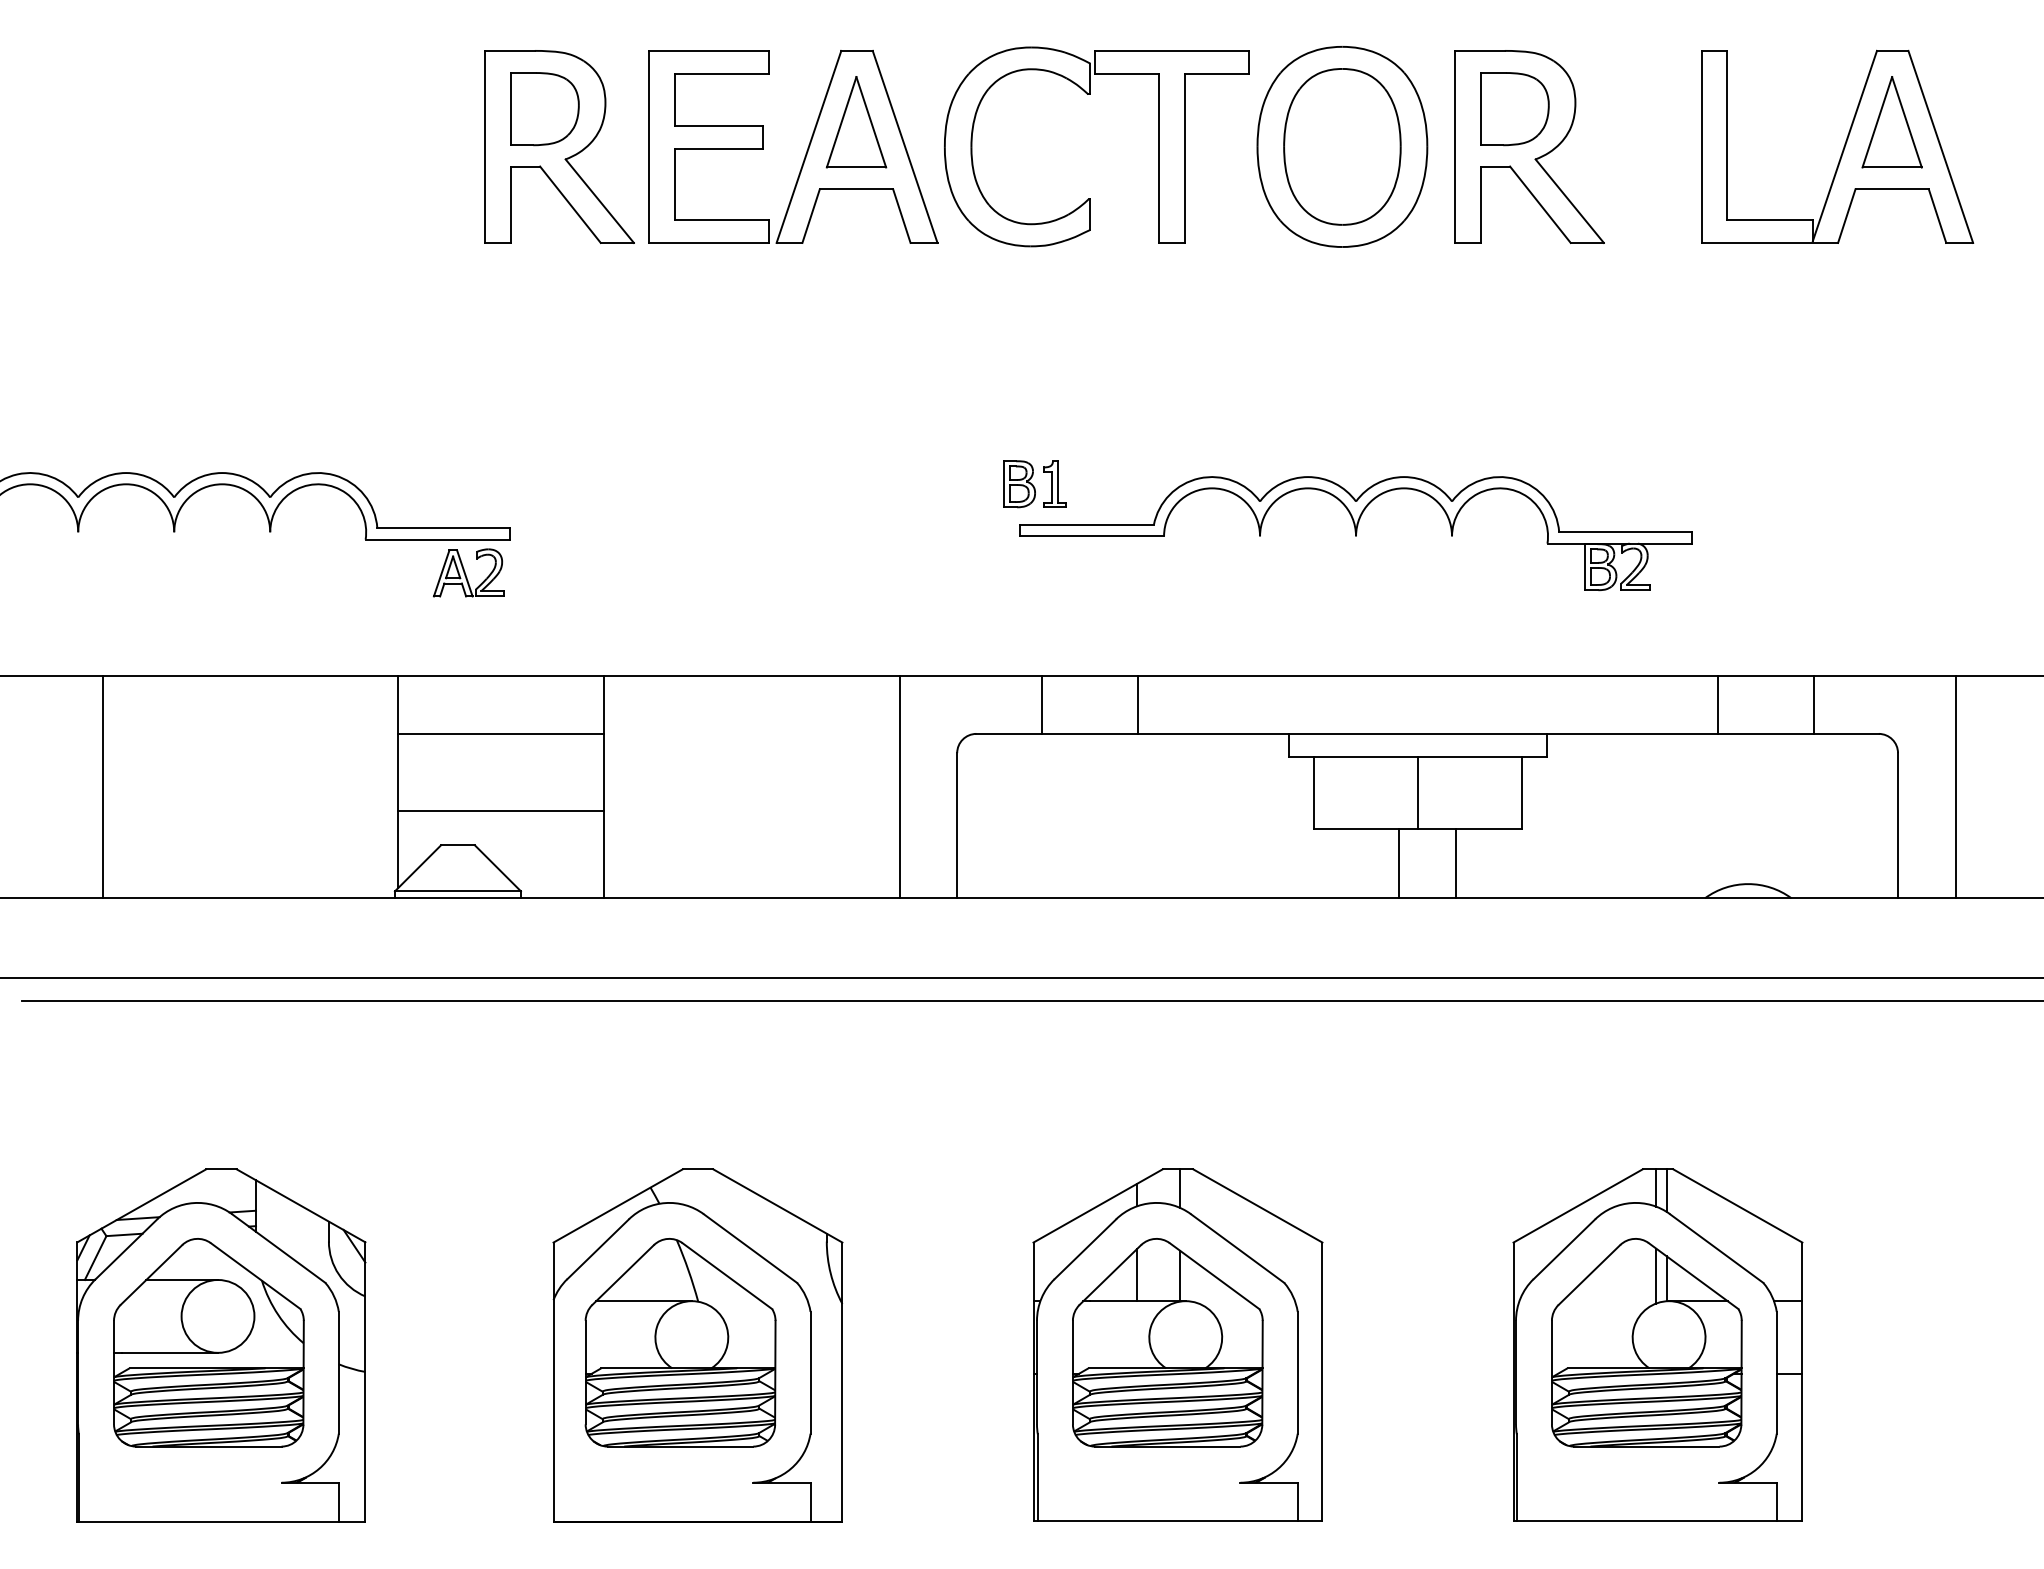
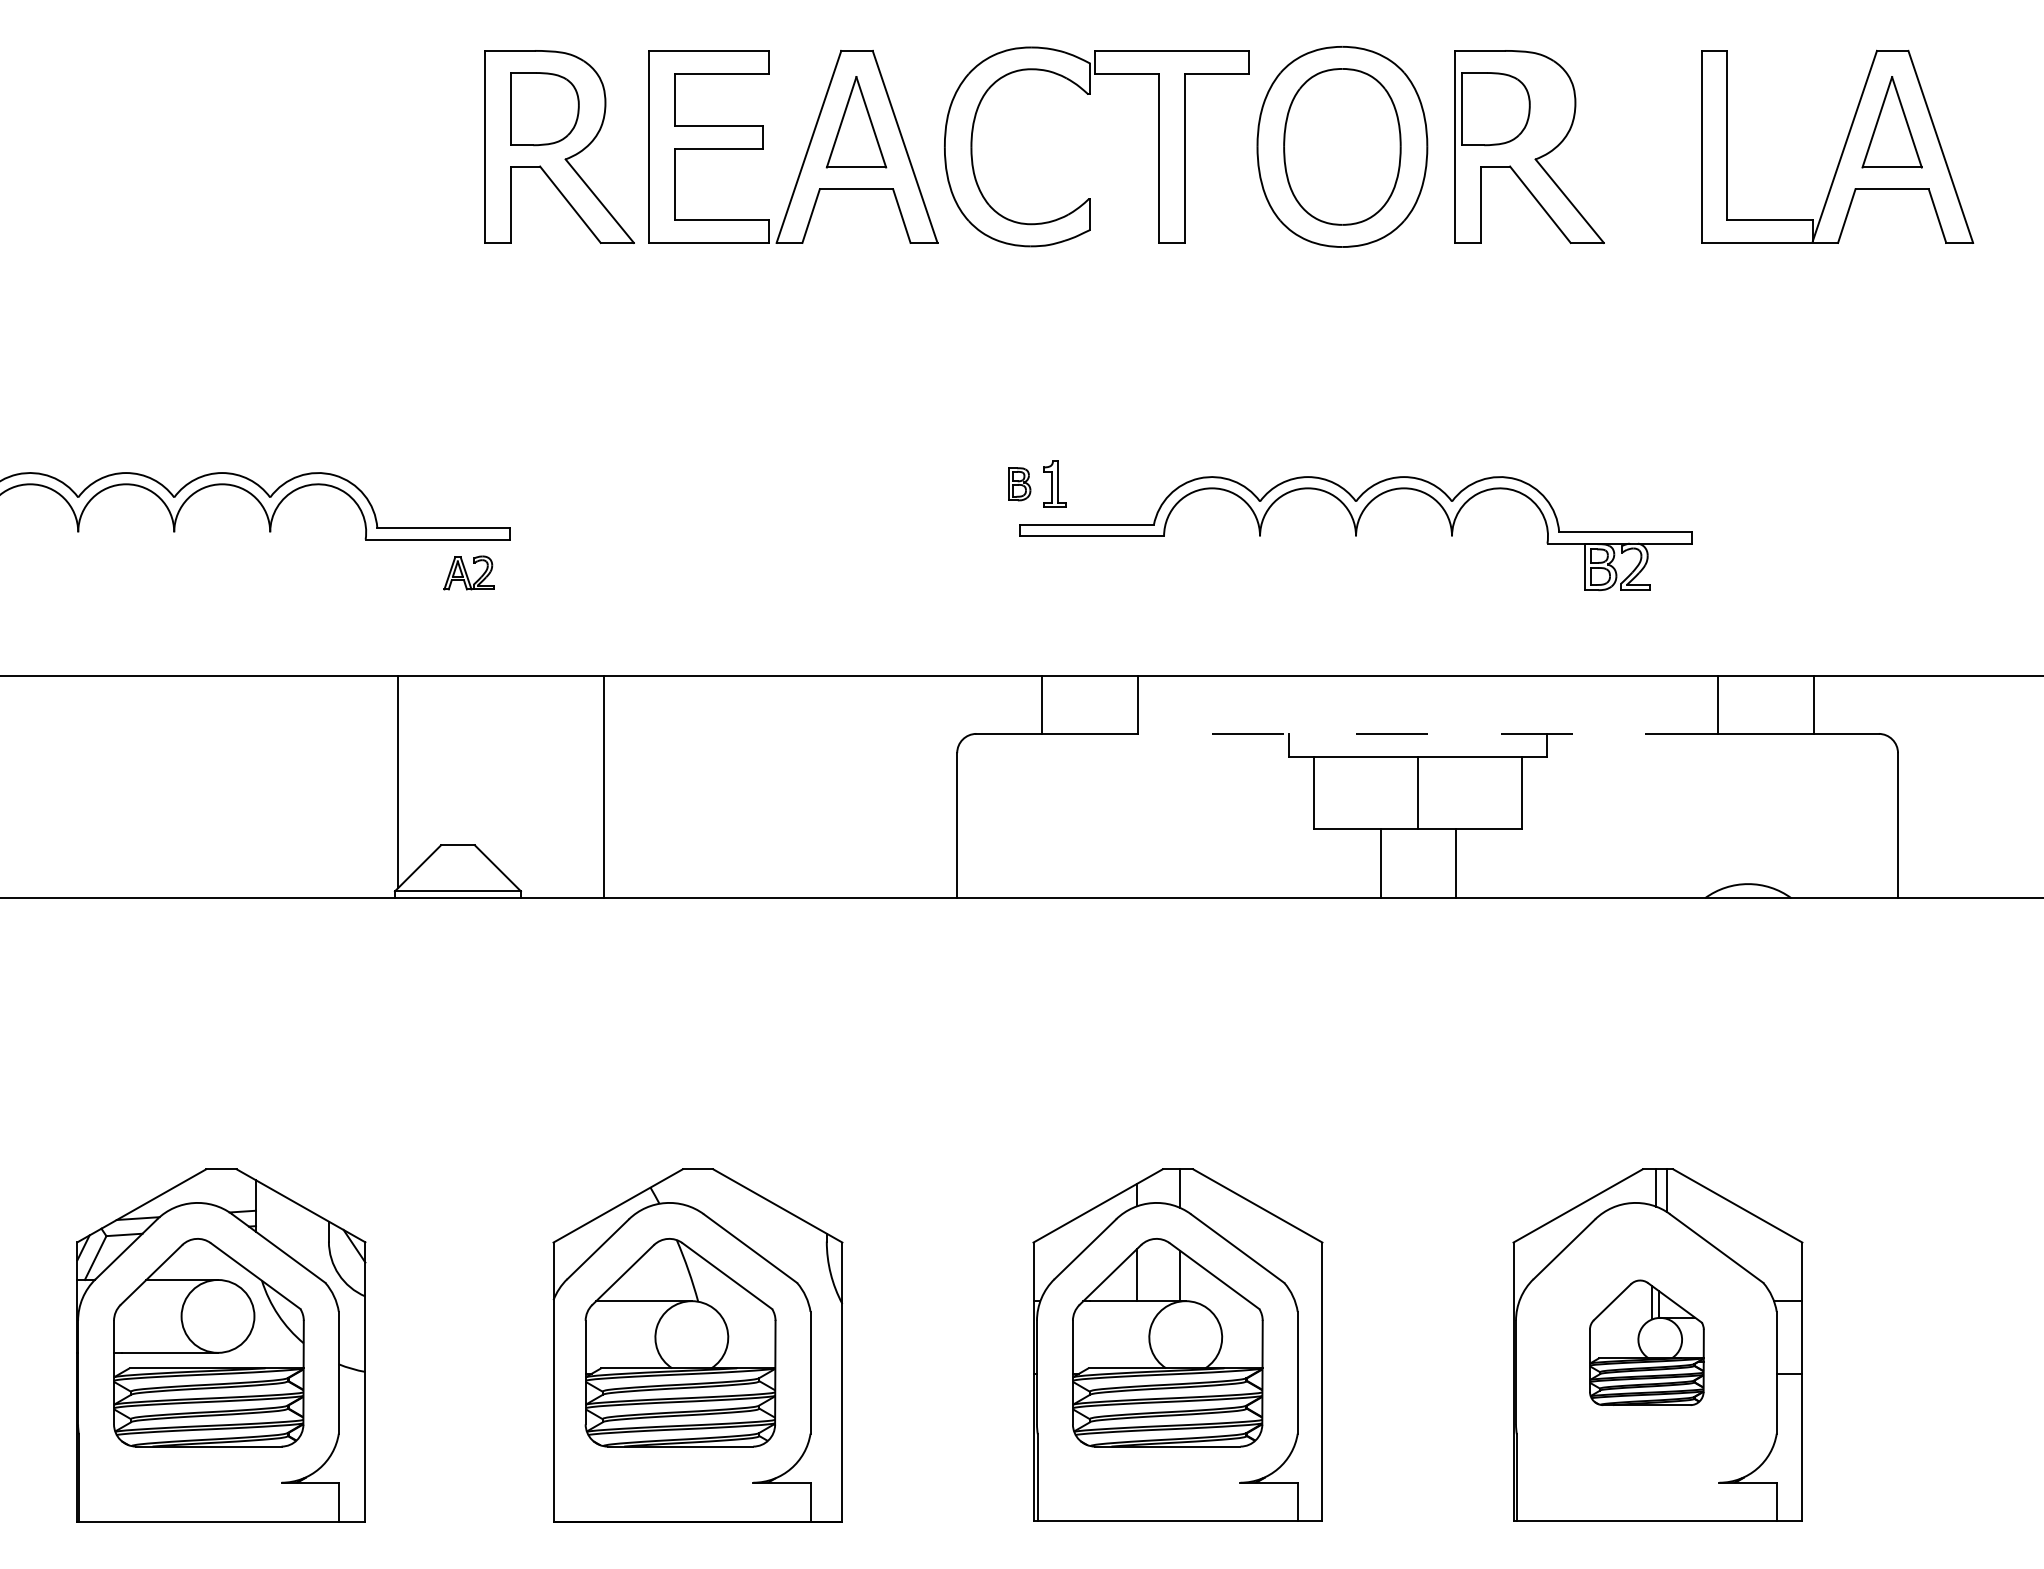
part at (1514, 109) position: (1514, 109) -> (1495, 109)
part at (1019, 484) size: 33x49 px -> 24x35 px
part at (468, 572) size: 72x50 px -> 52x36 px
line at (500, 733): present -> none
line at (1427, 733): solid -> dashed
line at (102, 787): present -> none
line at (899, 787): present -> none
line at (1955, 787): present -> none
line at (500, 810): present -> none
line at (1398, 863) position: (1398, 863) -> (1380, 863)
line at (1021, 978): present -> none
line at (1030, 1001): present -> none
part at (1646, 1342) size: 192x210 px -> 116x127 px
